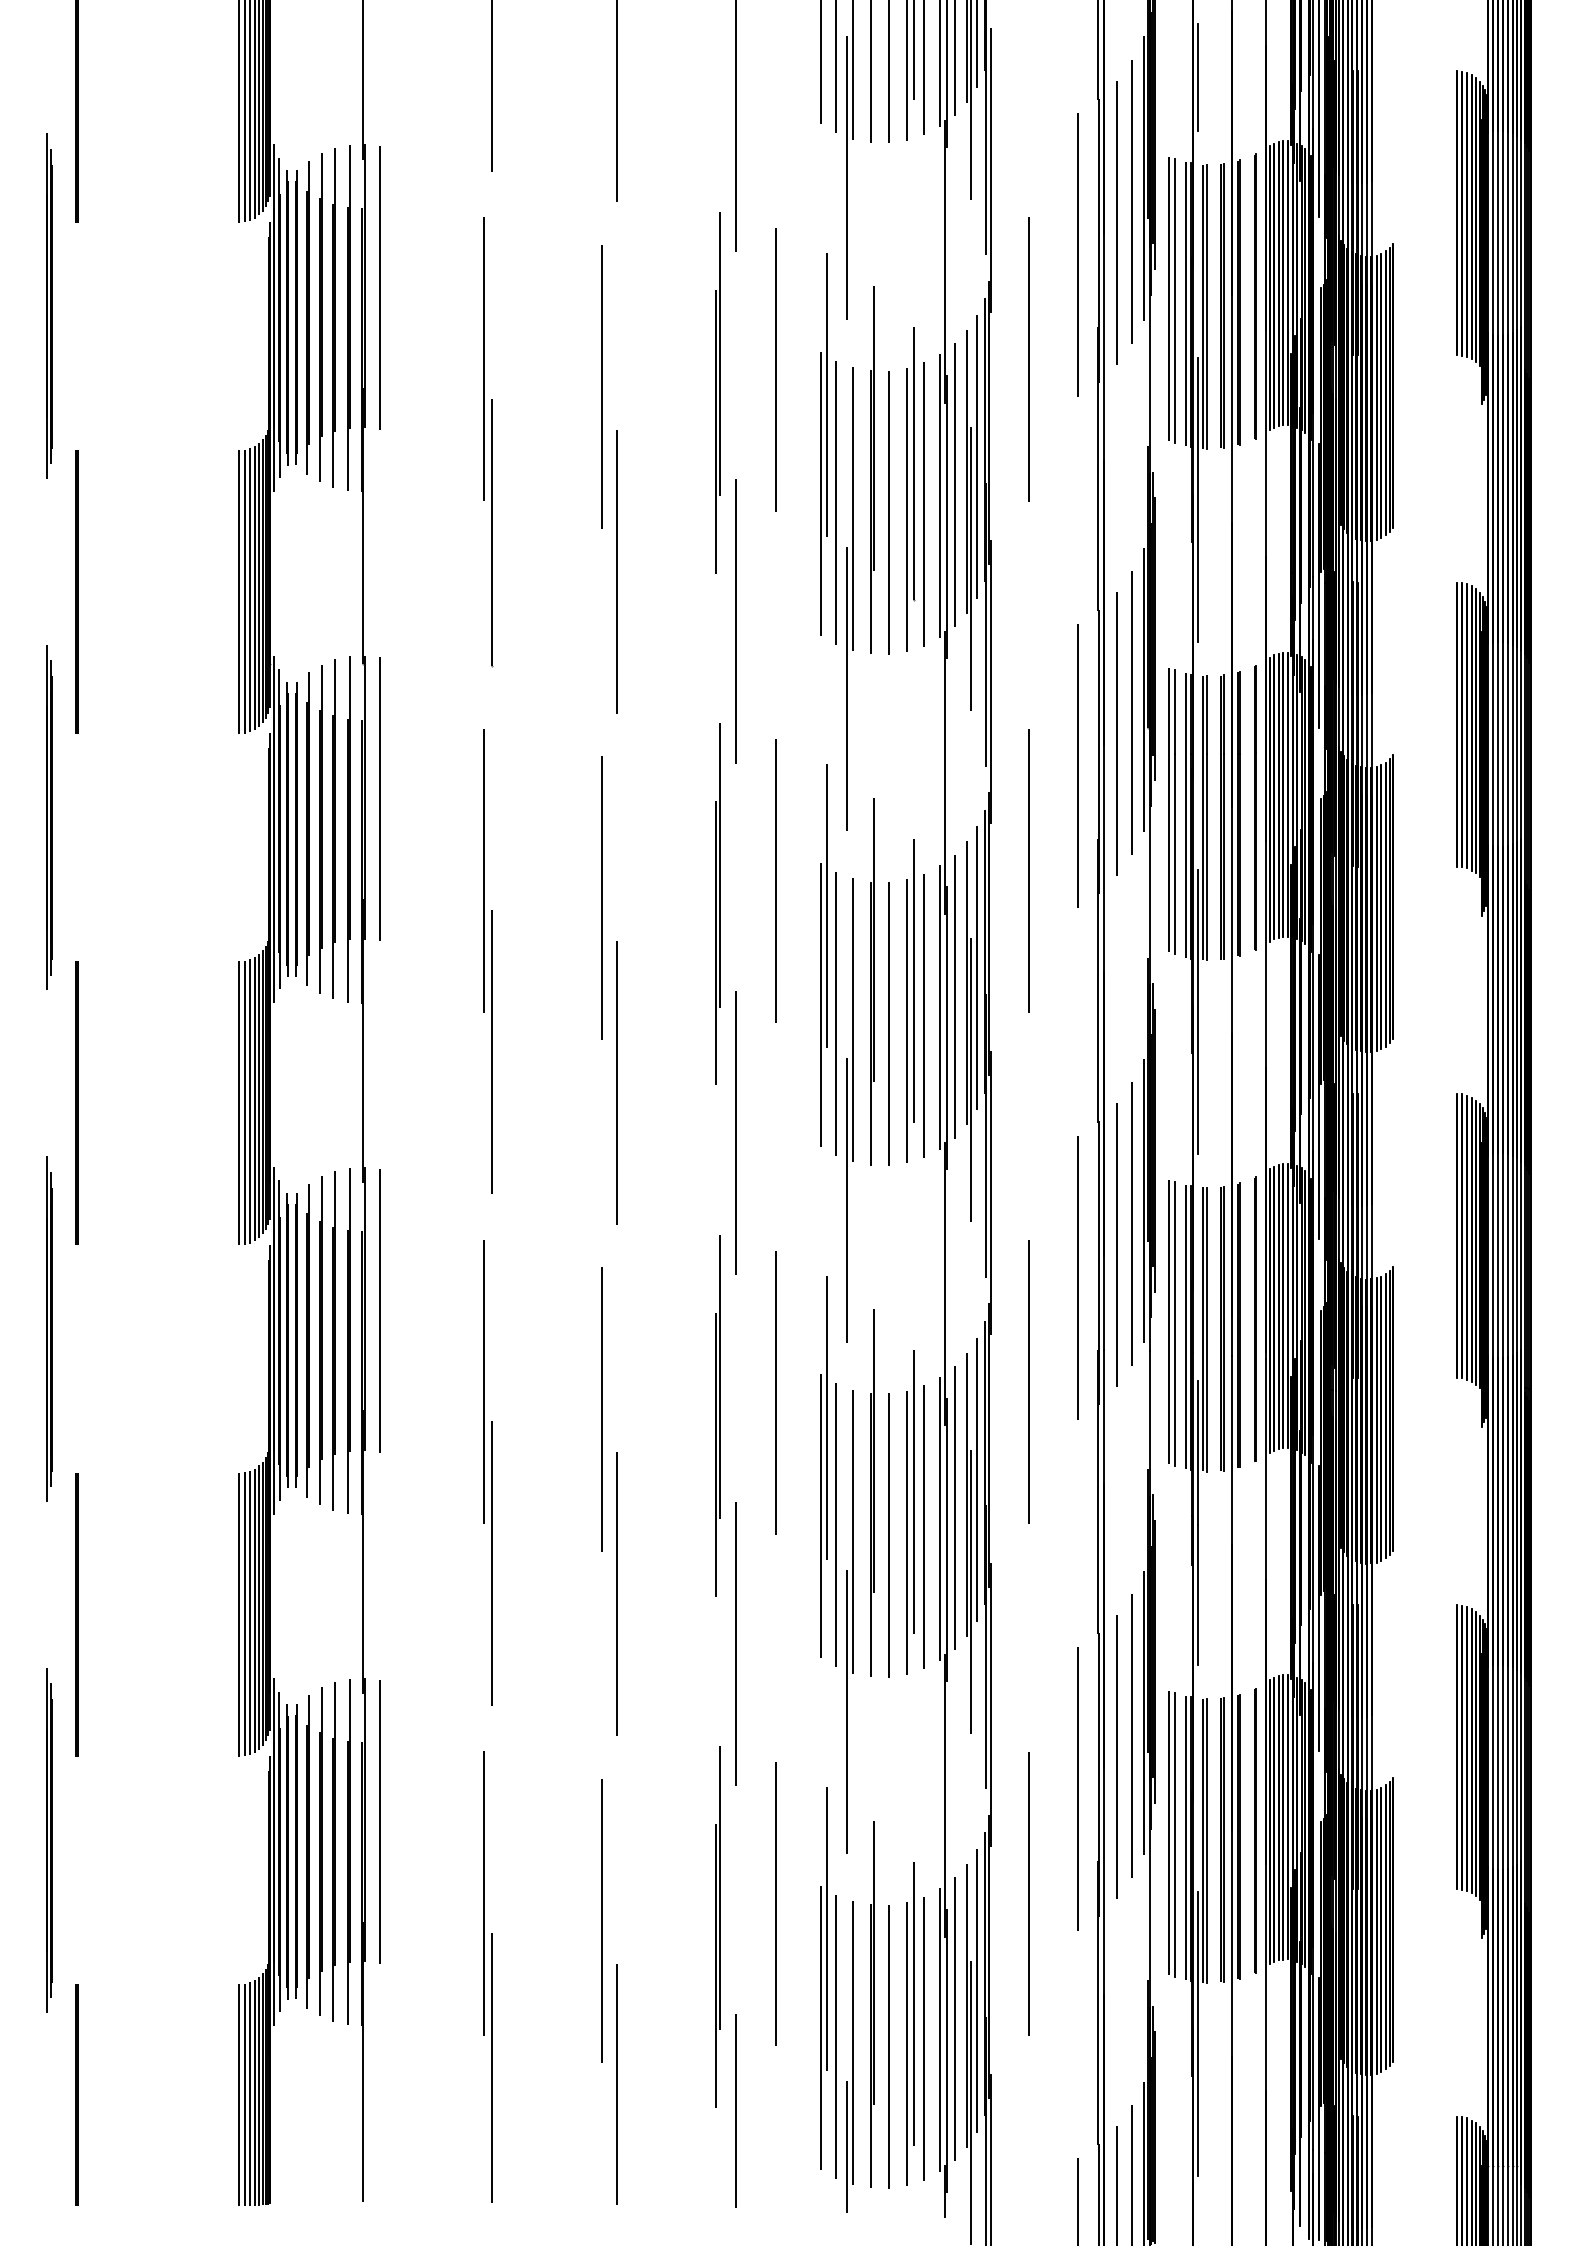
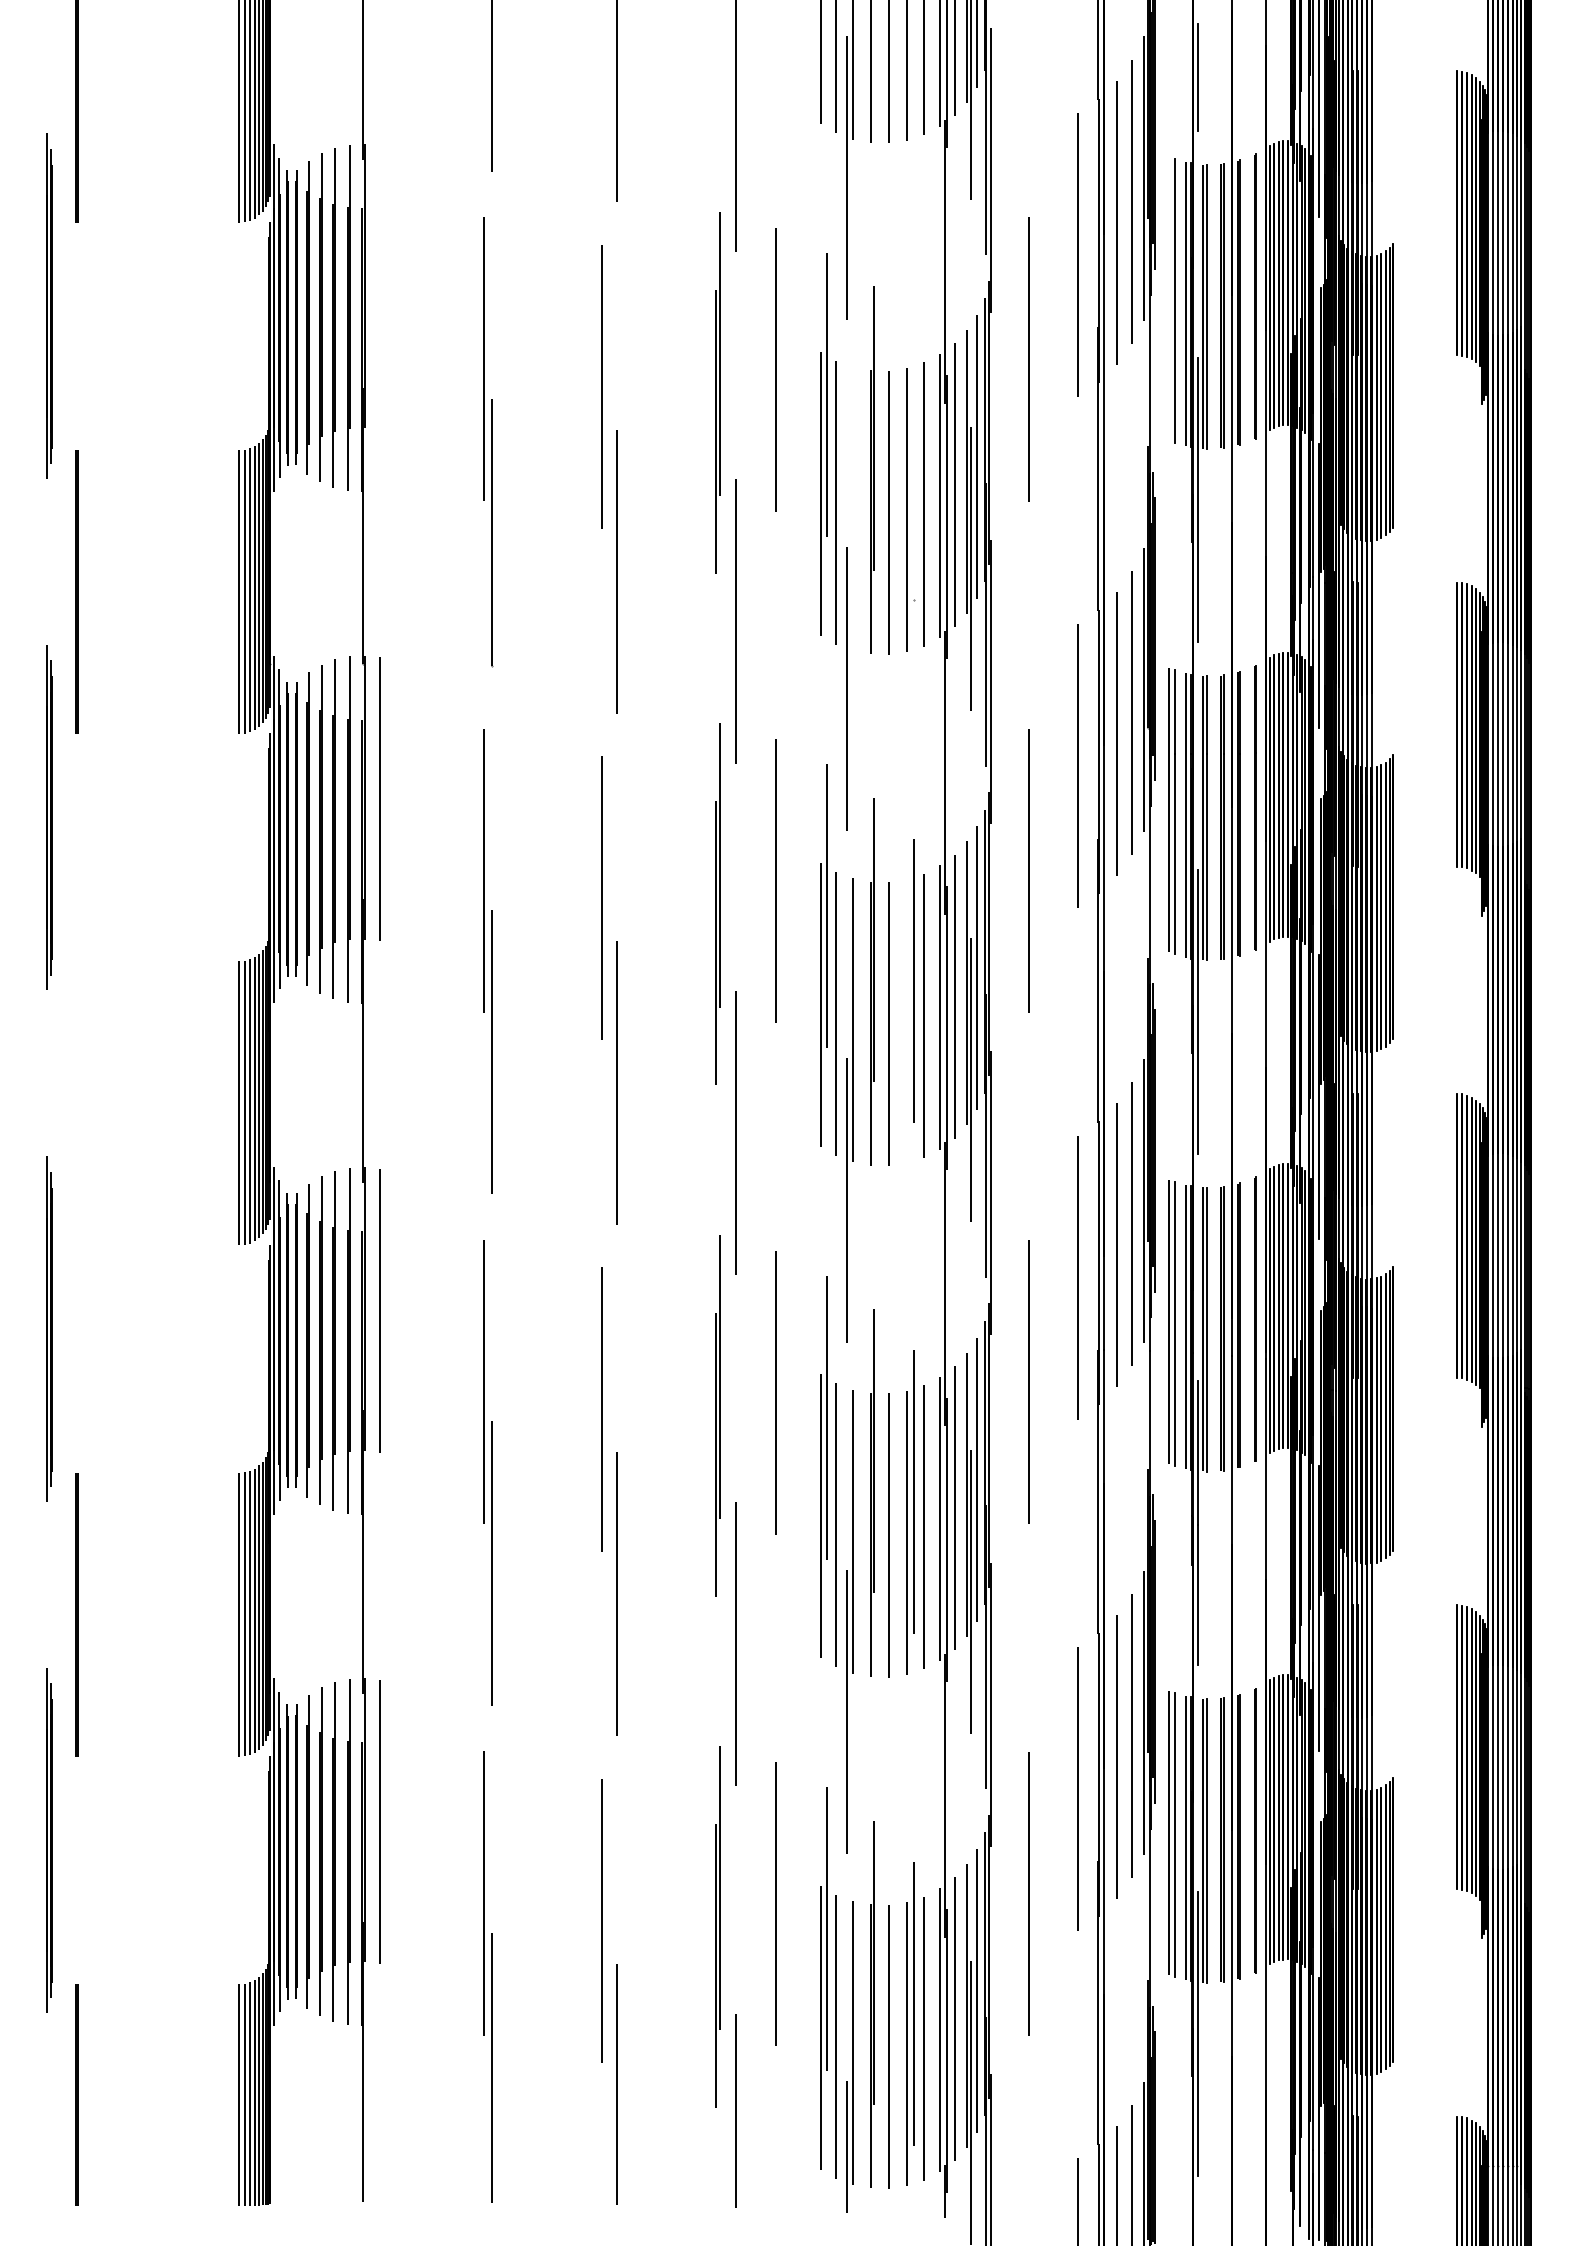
line at (914, 51): present -> none
line at (379, 287): present -> none
line at (1168, 298): present -> none
line at (914, 463): present -> none
line at (853, 508): present -> none
line at (907, 1021): present -> none
line at (76, 1102): present -> none
